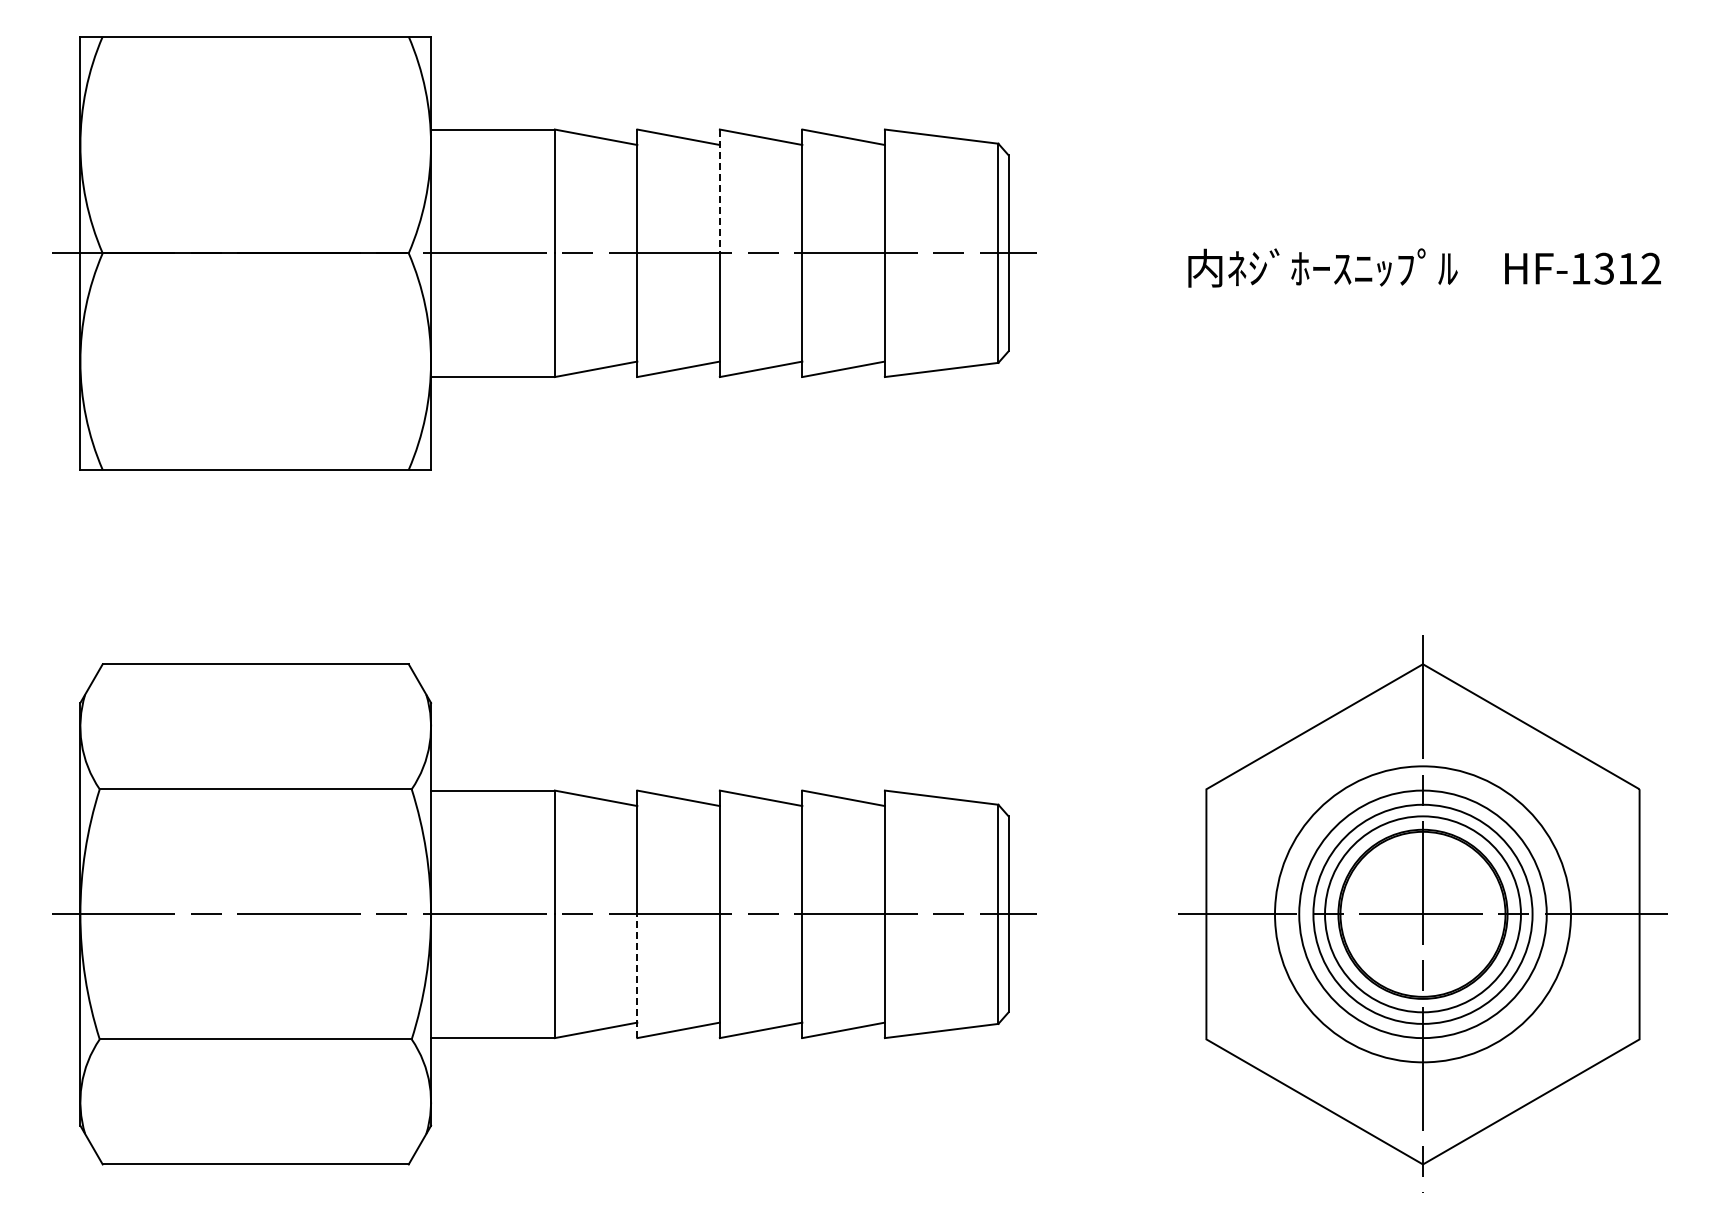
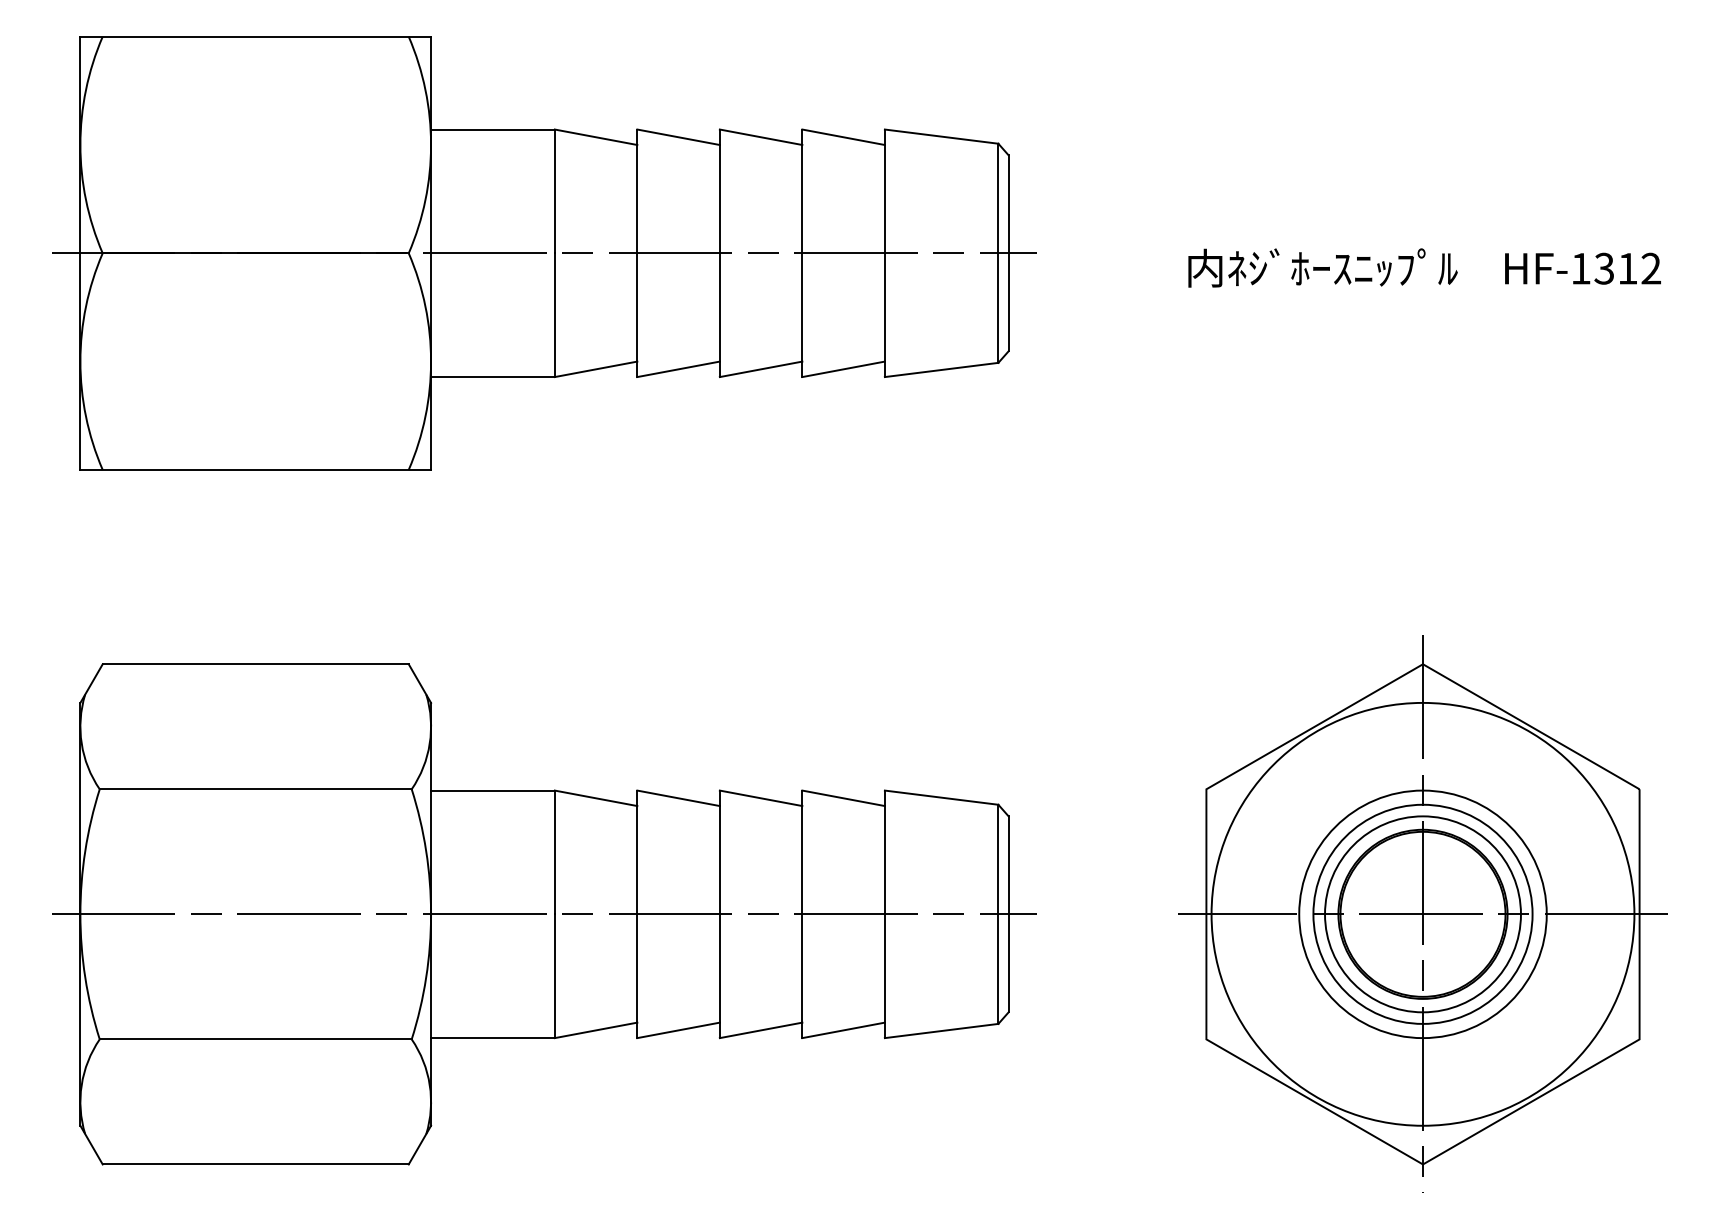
line at (719, 191): dashed -> solid
circle at (1422, 914) diameter: 296 px -> 423 px
line at (637, 976): dashed -> solid
